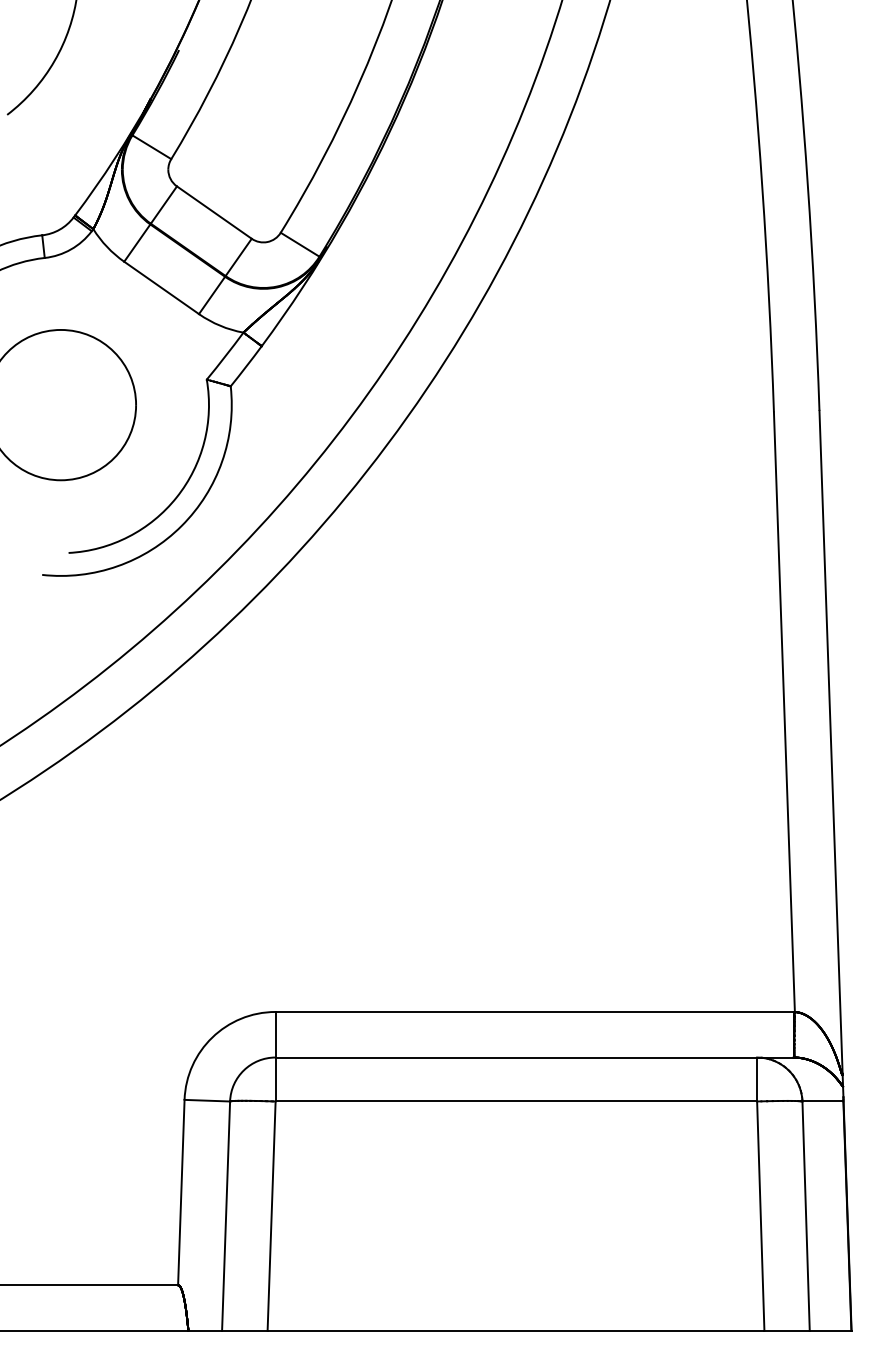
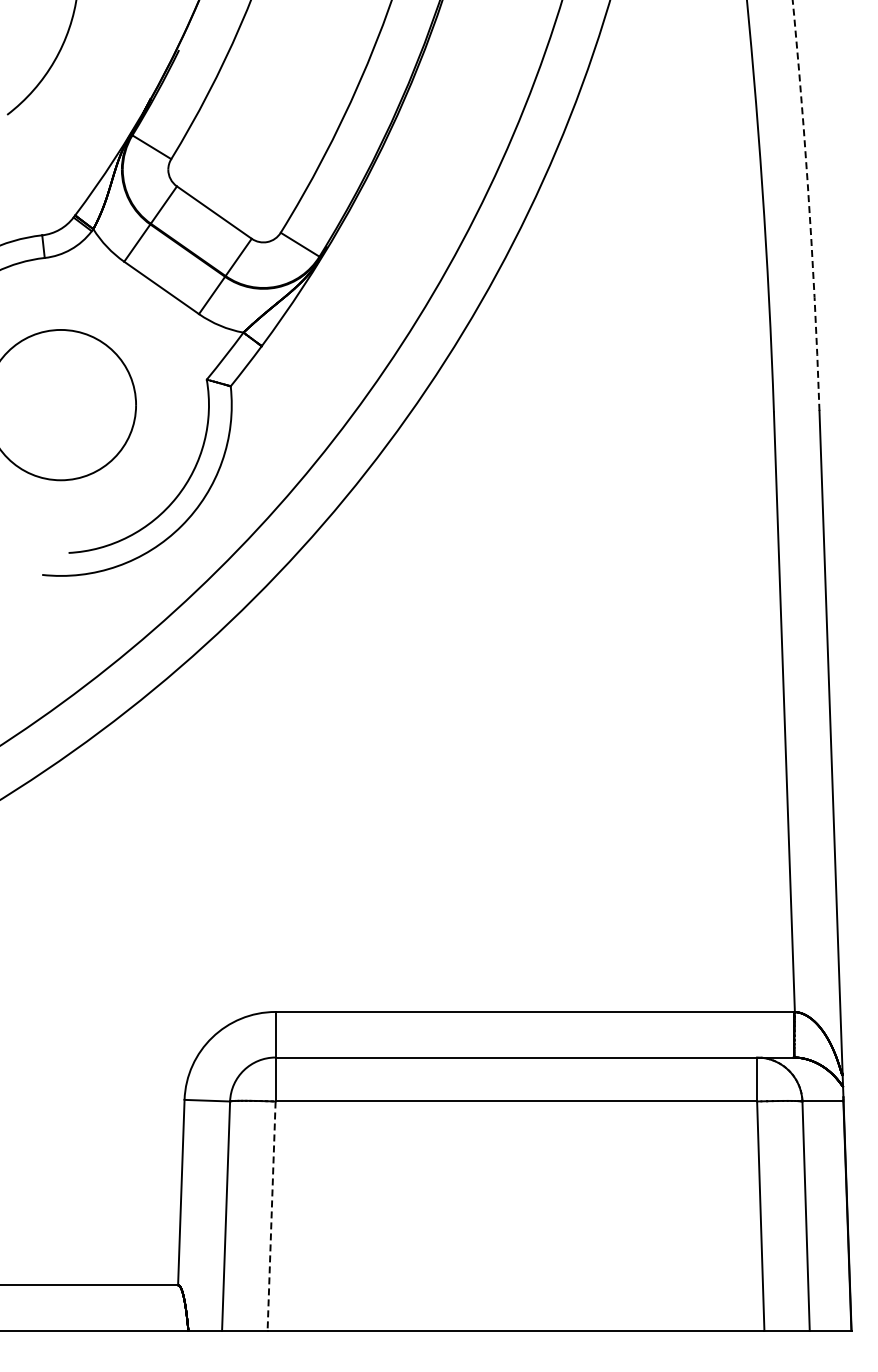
arc at (809, 204): solid -> dashed
line at (271, 1216): solid -> dashed
